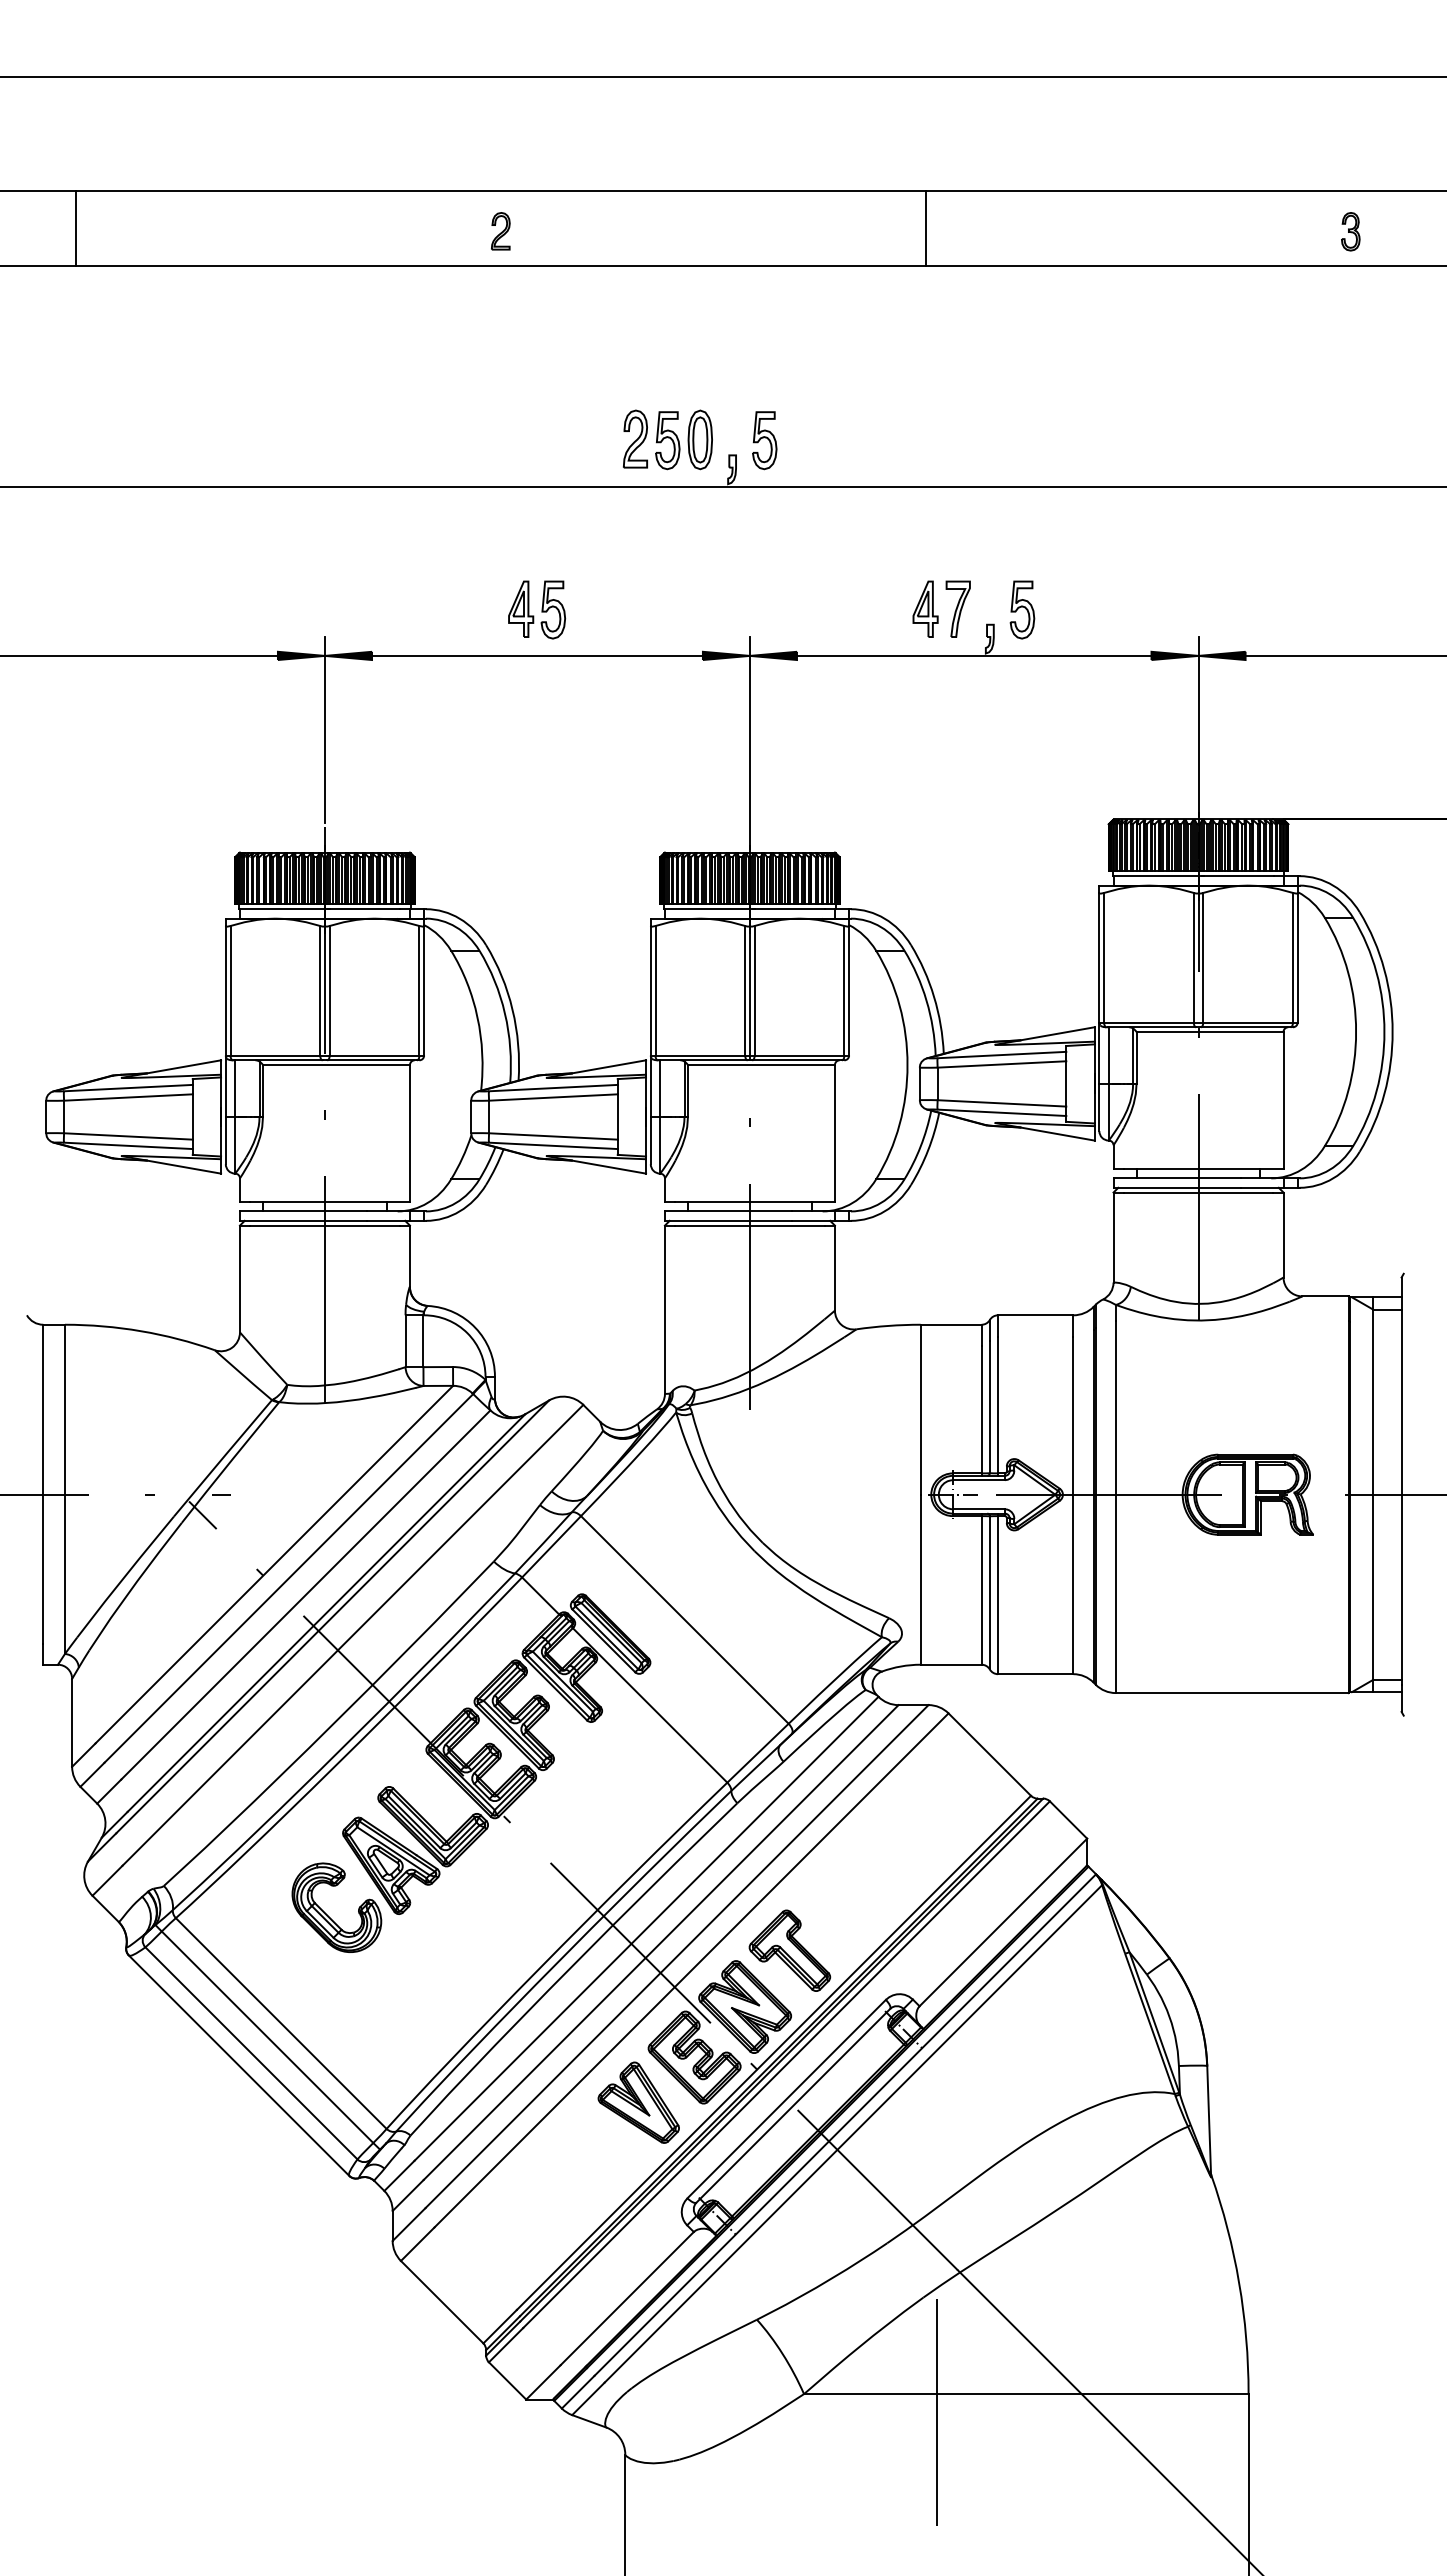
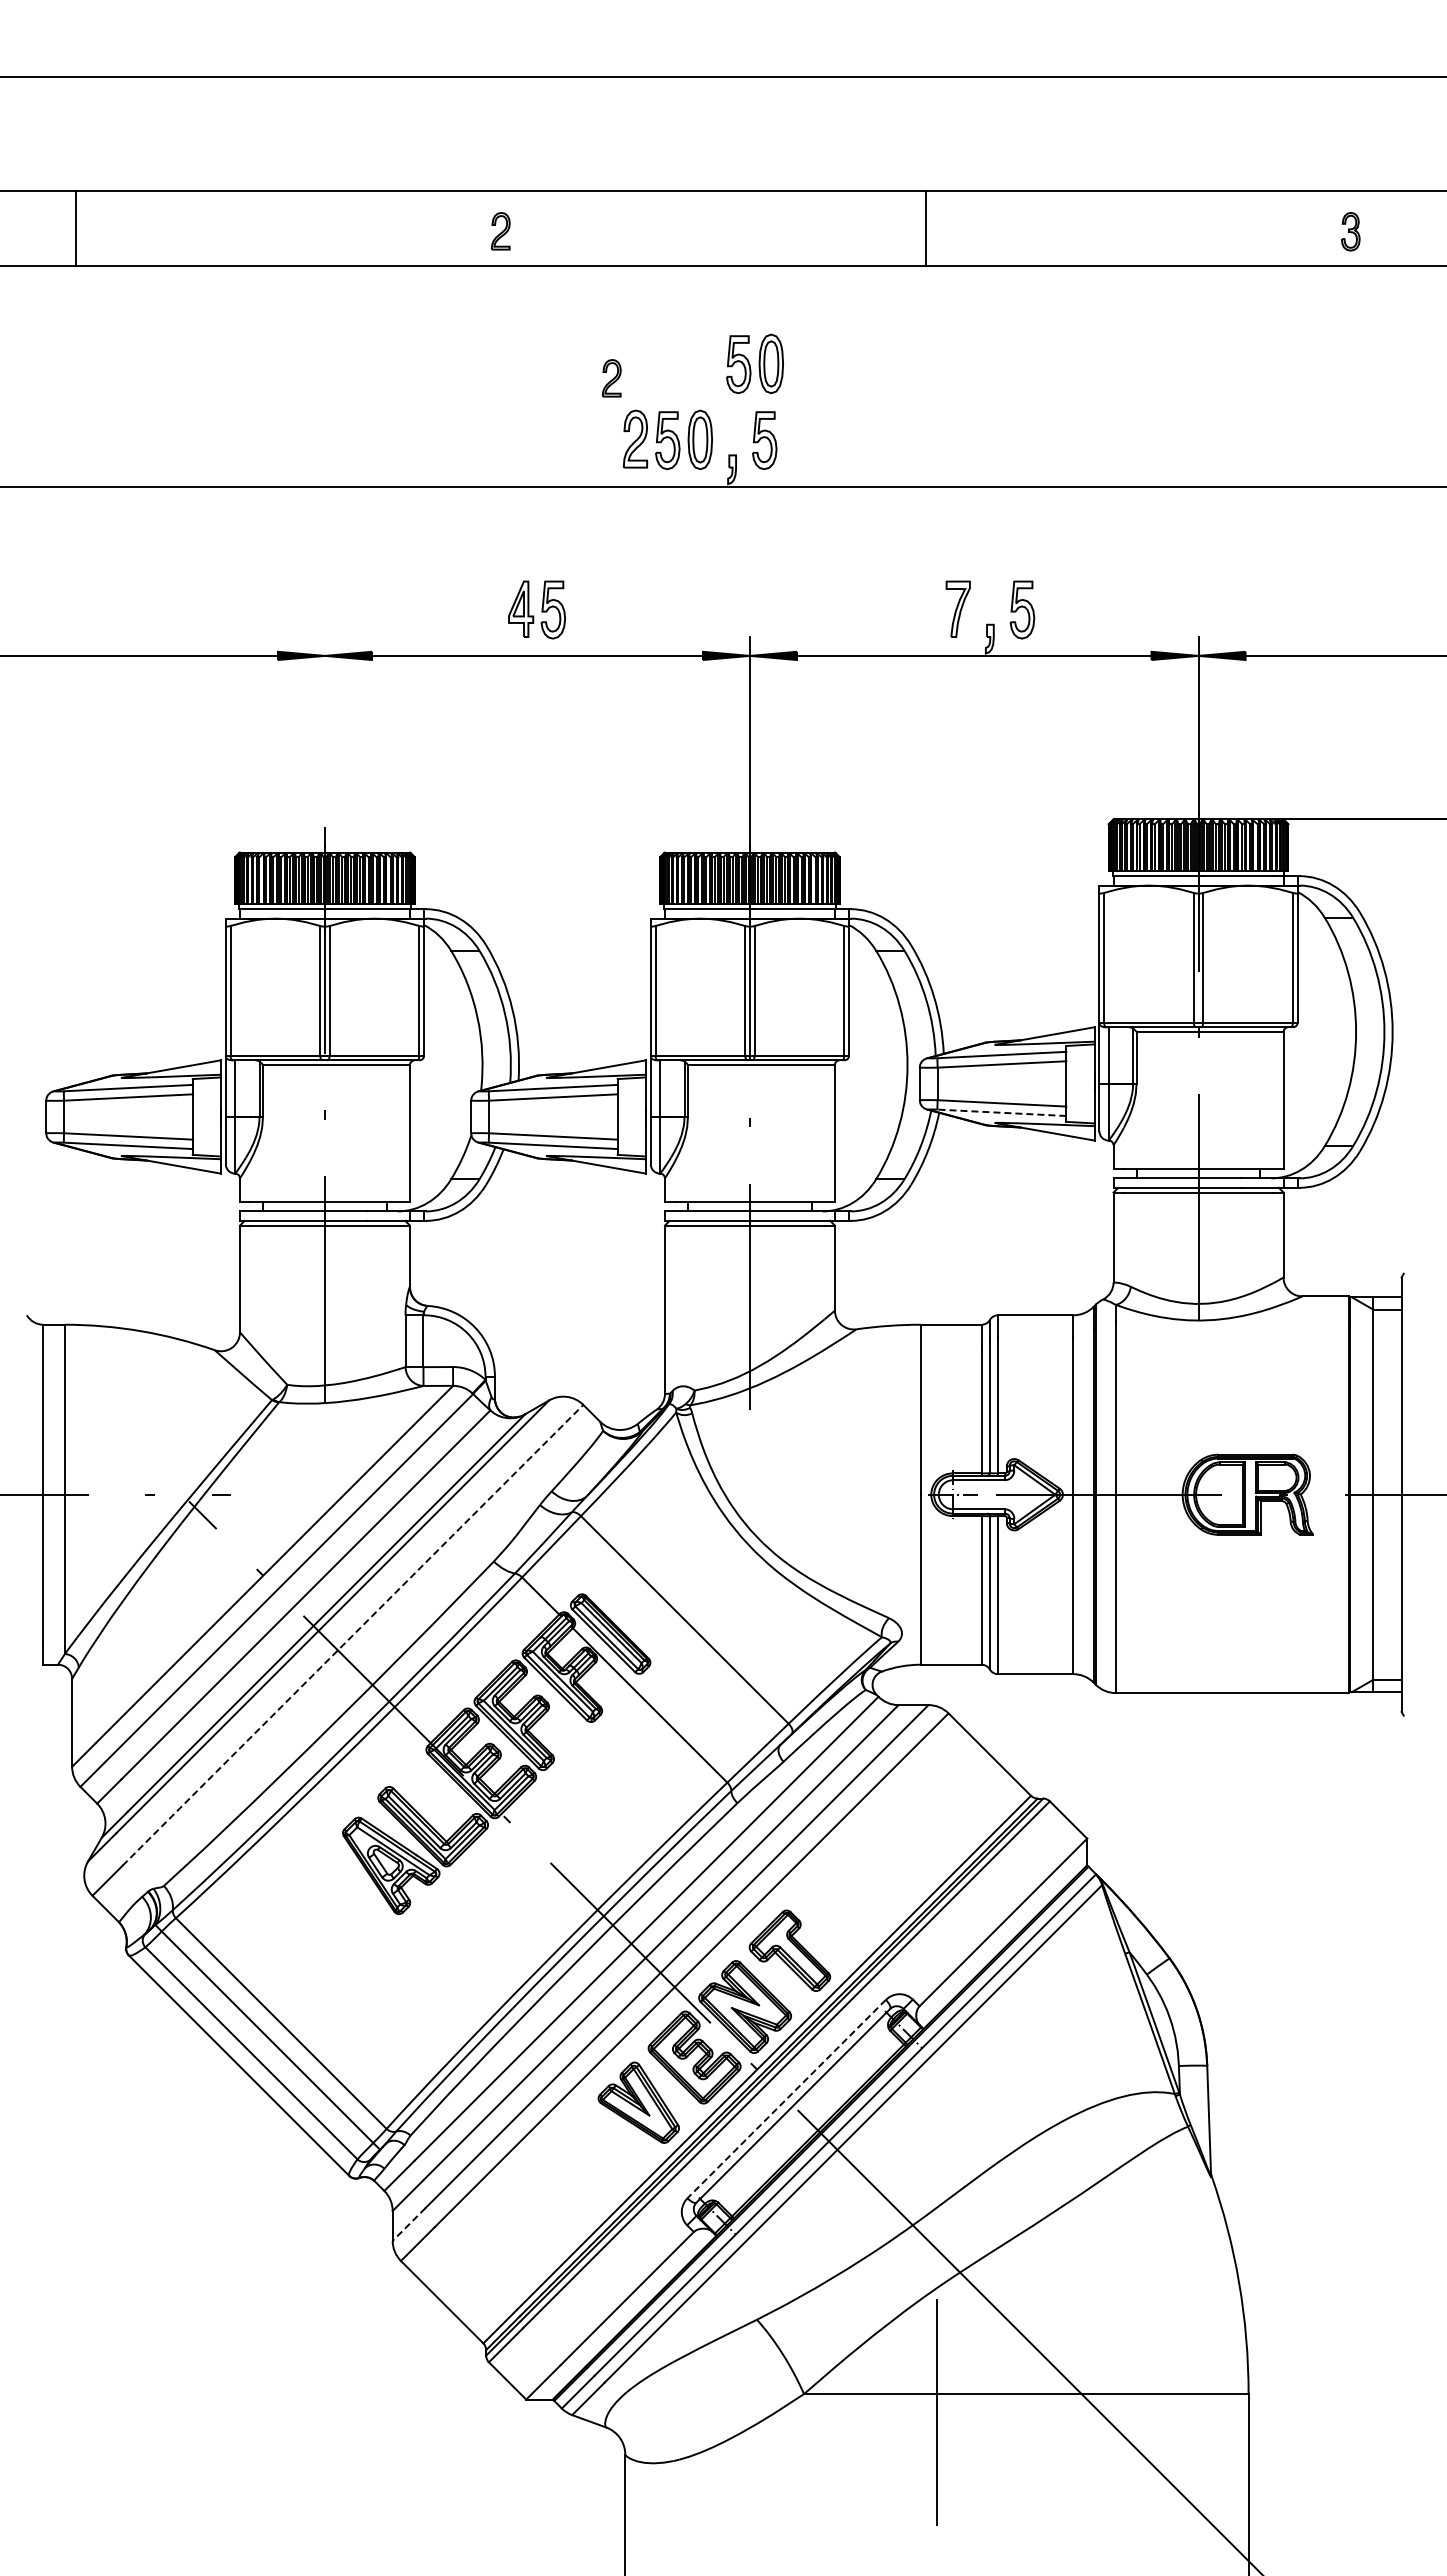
part at (754, 363): none -> present
part at (611, 378): none -> present
part at (925, 608): present -> none
line at (324, 730): present -> none
line at (1001, 1112): solid -> dashed
line at (352, 1635): solid -> dashed
part at (328, 1915): present -> none
line at (786, 2099): solid -> dashed
line at (408, 2224): solid -> dashed
